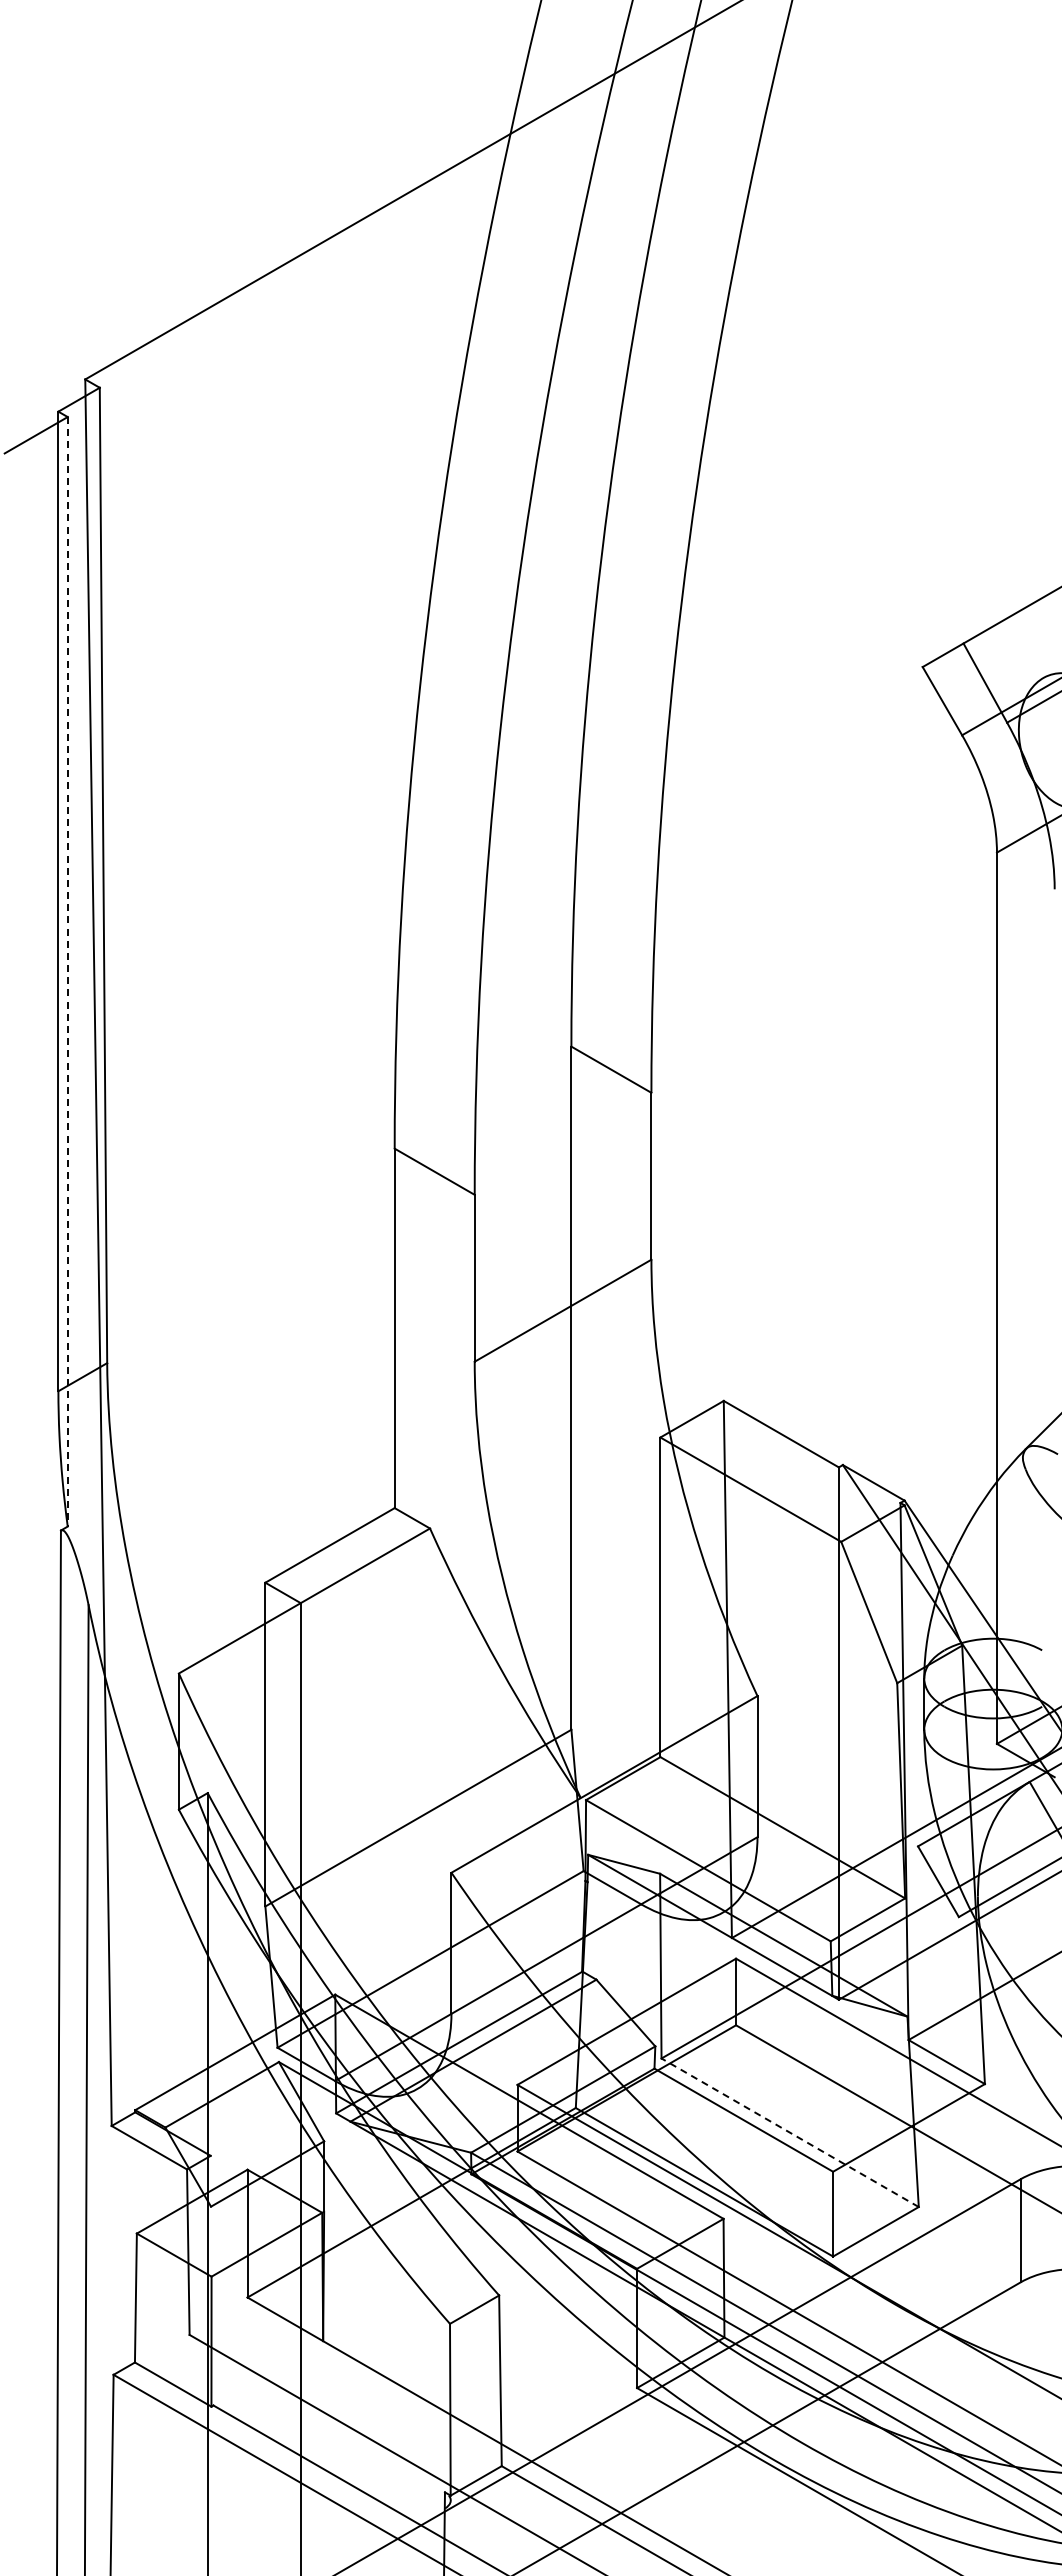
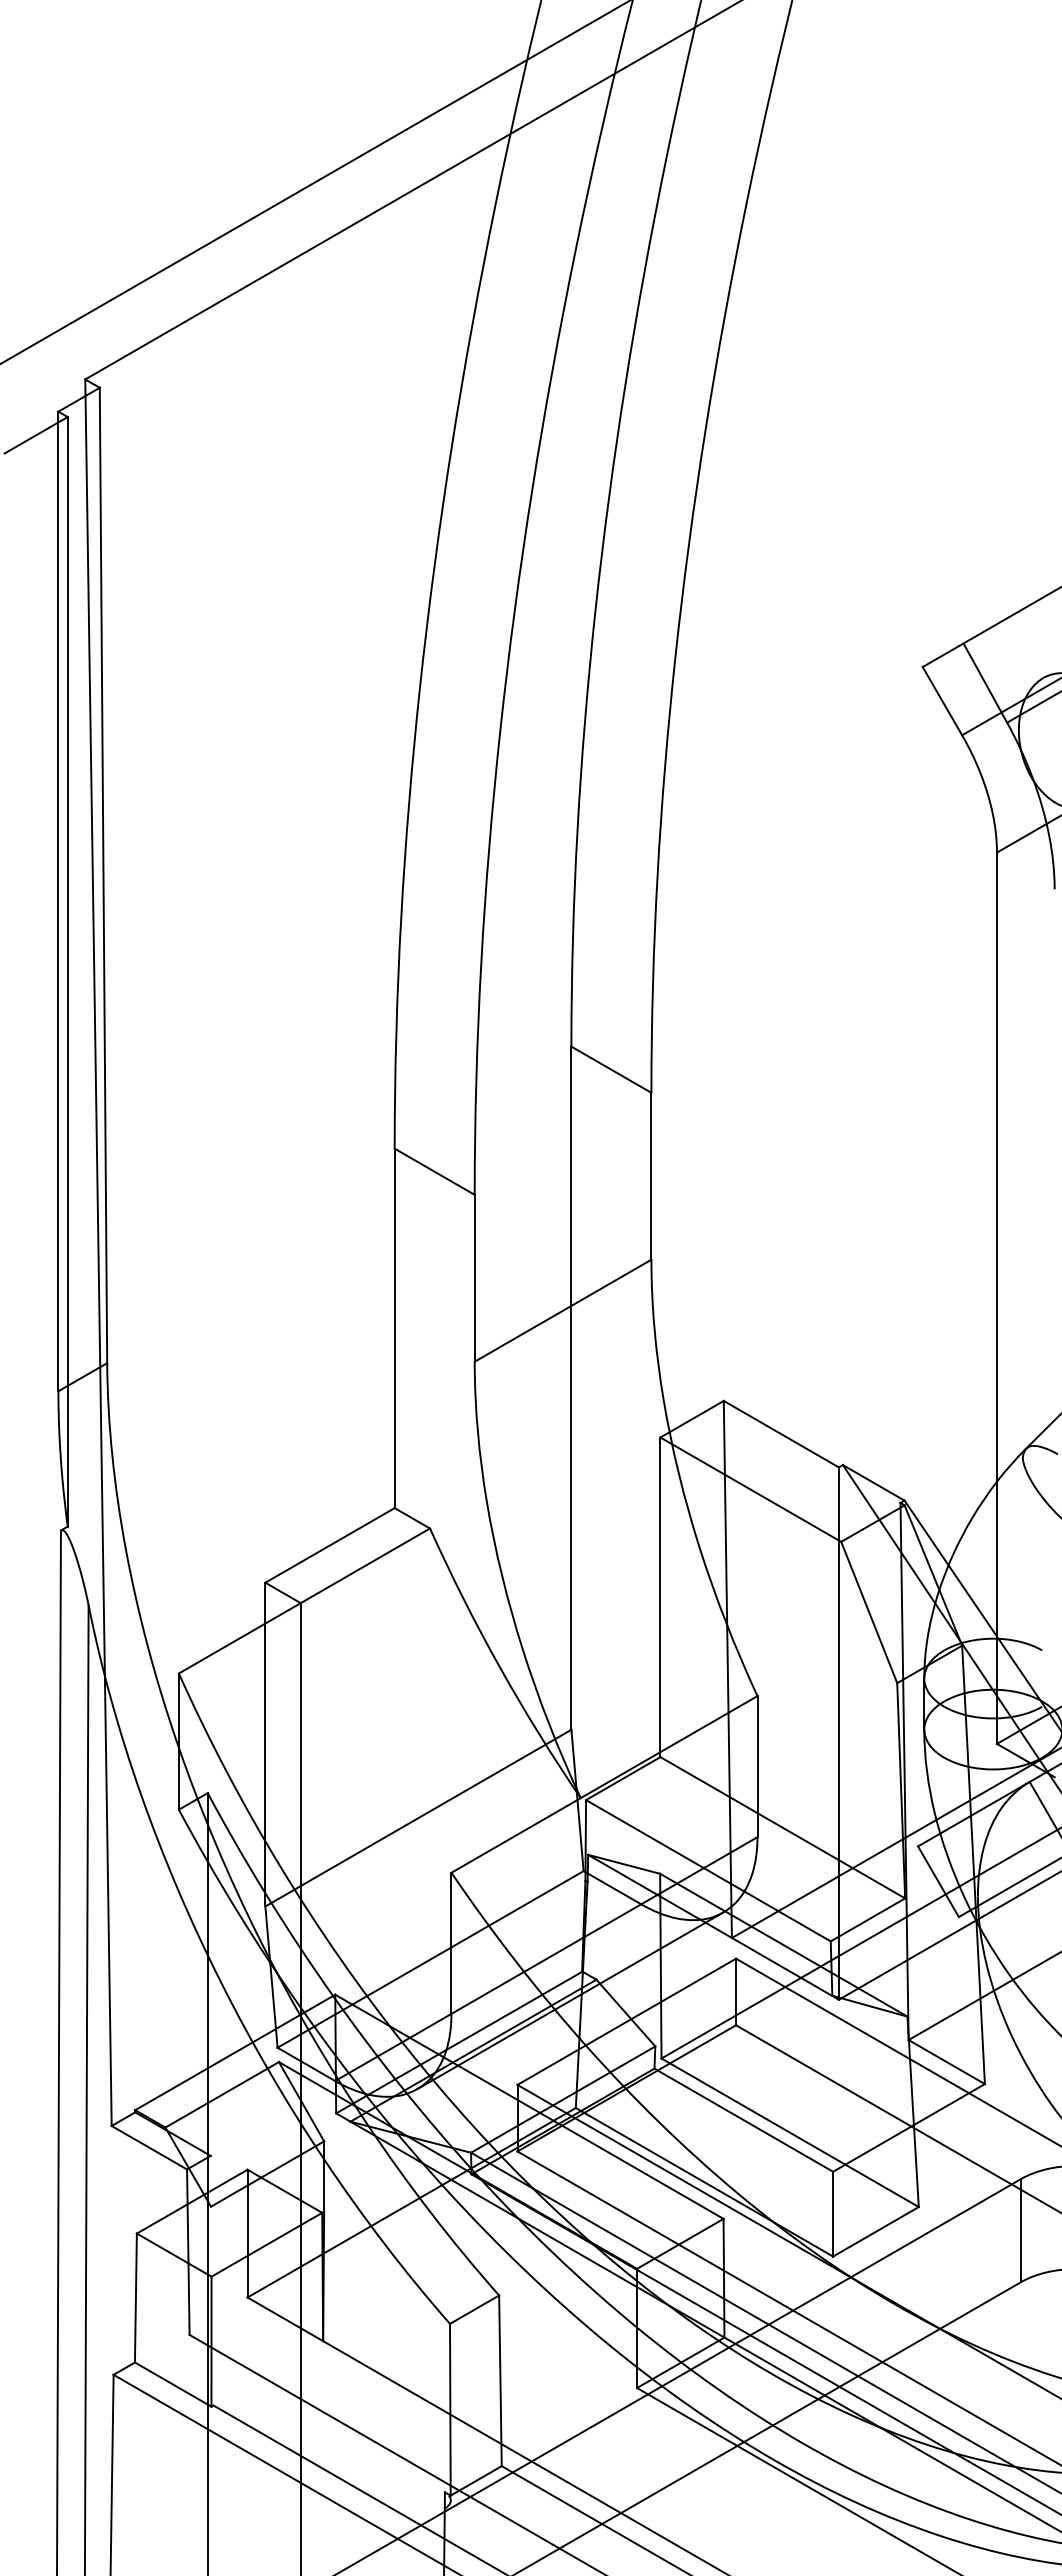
line at (314, 182): none -> present
line at (67, 971): dashed -> solid
line at (570, 2000): none -> present
line at (790, 2132): dashed -> solid
